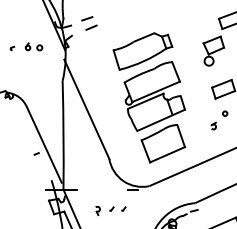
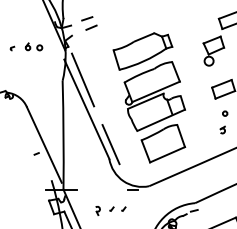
line at (82, 79): none -> present
part at (213, 125) position: (213, 125) -> (222, 129)
line at (110, 144): none -> present
